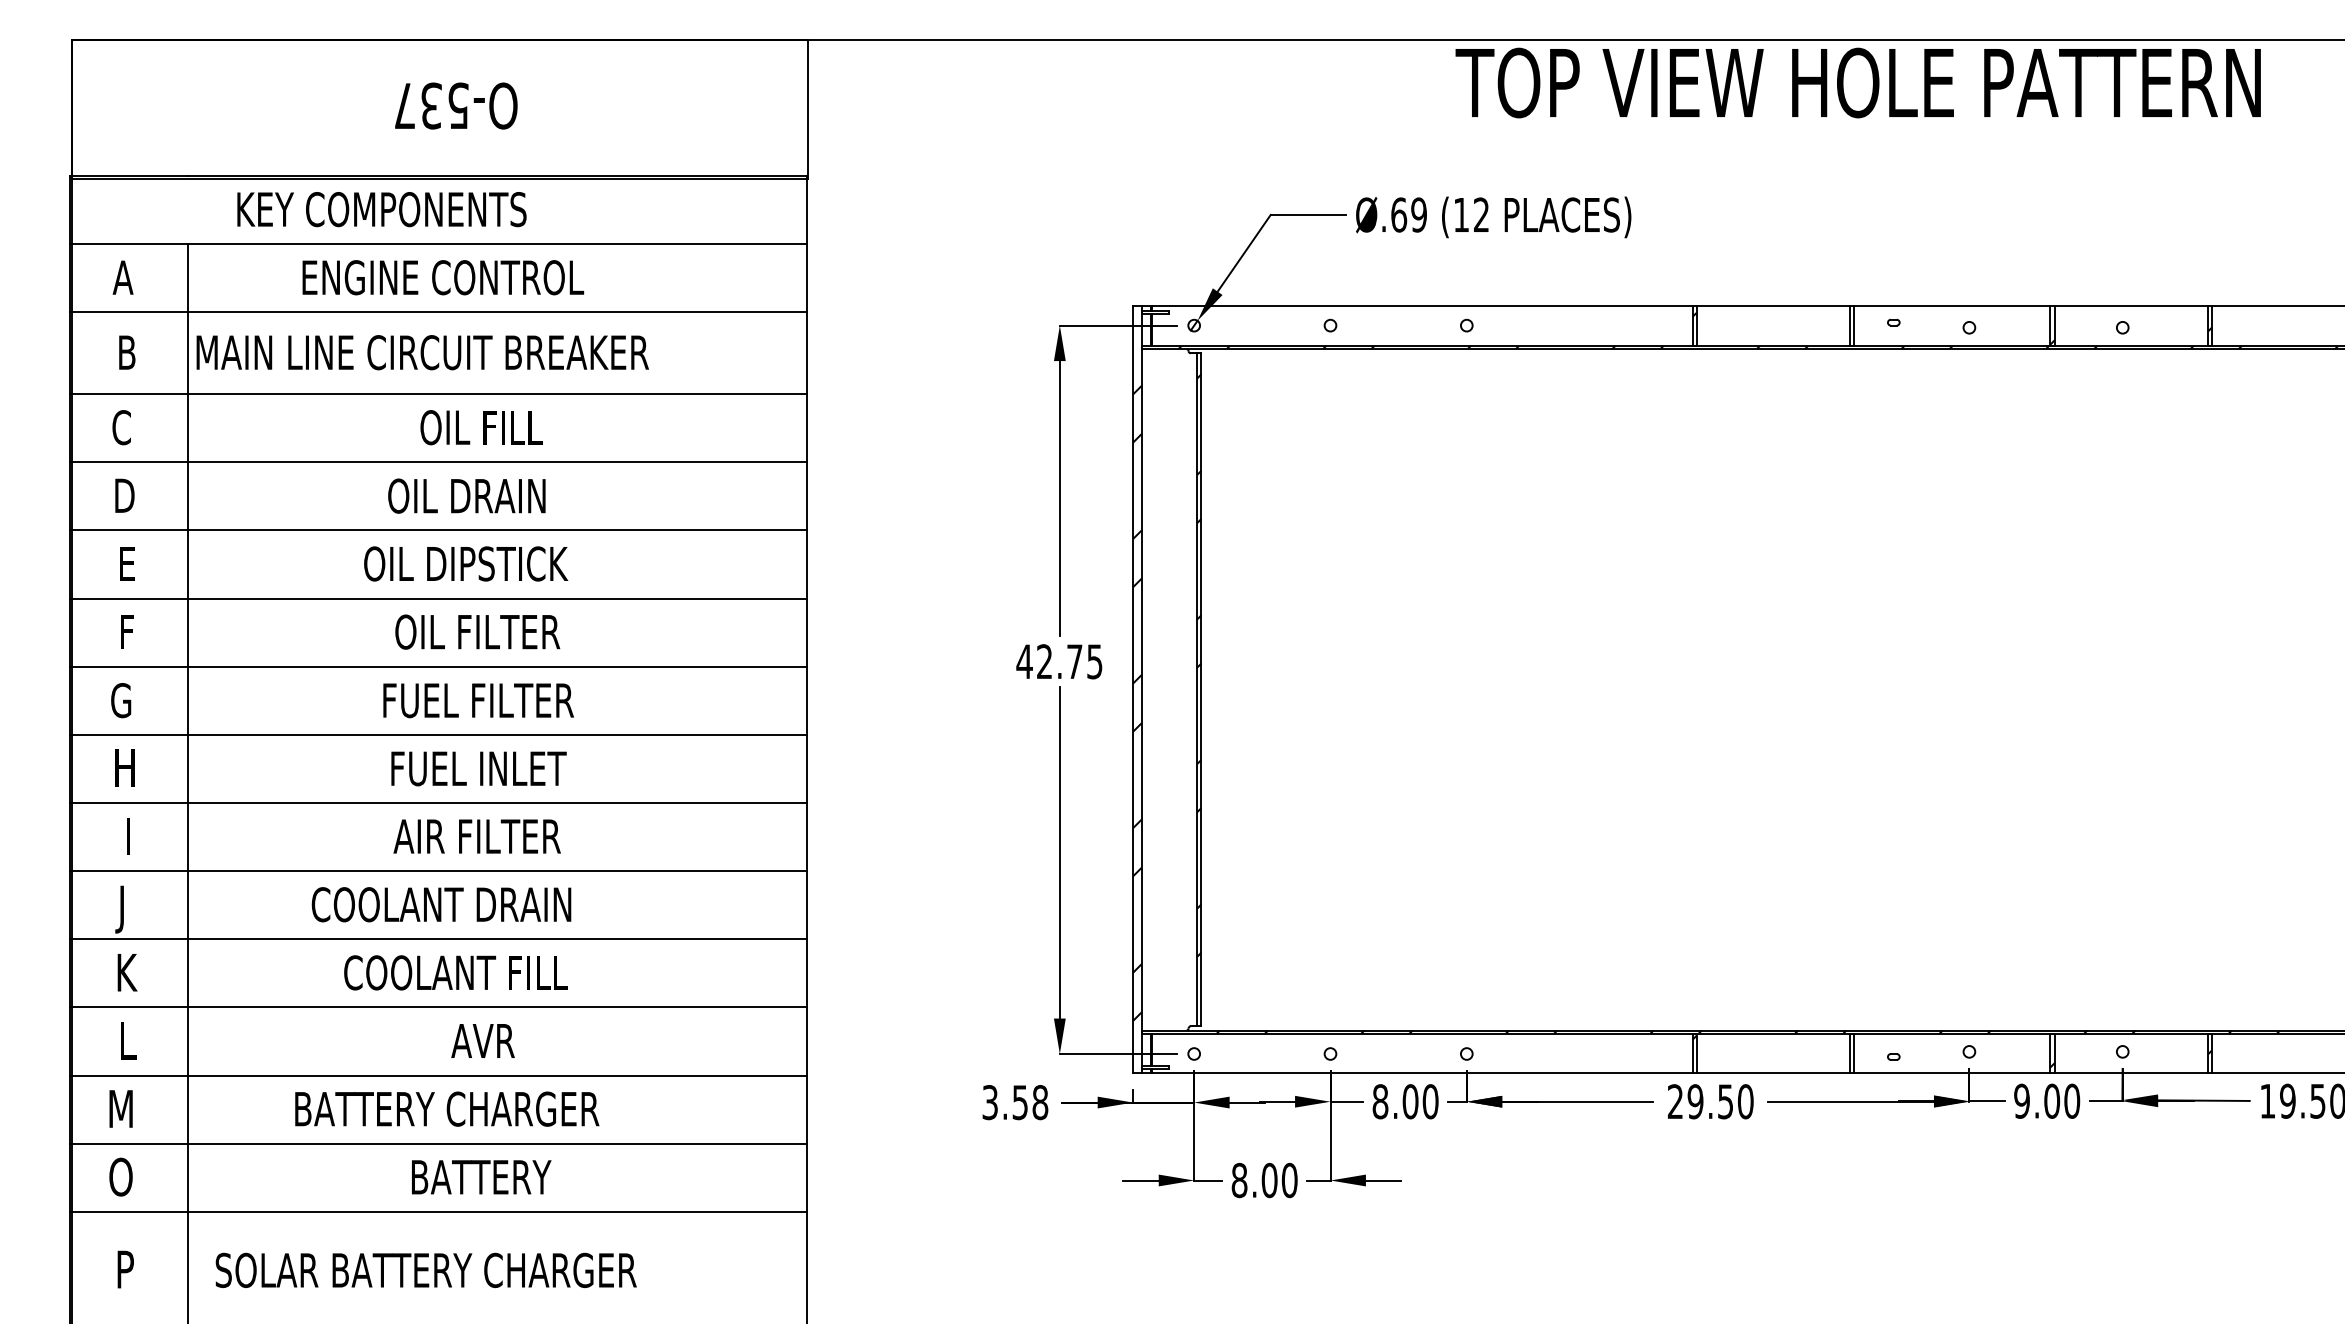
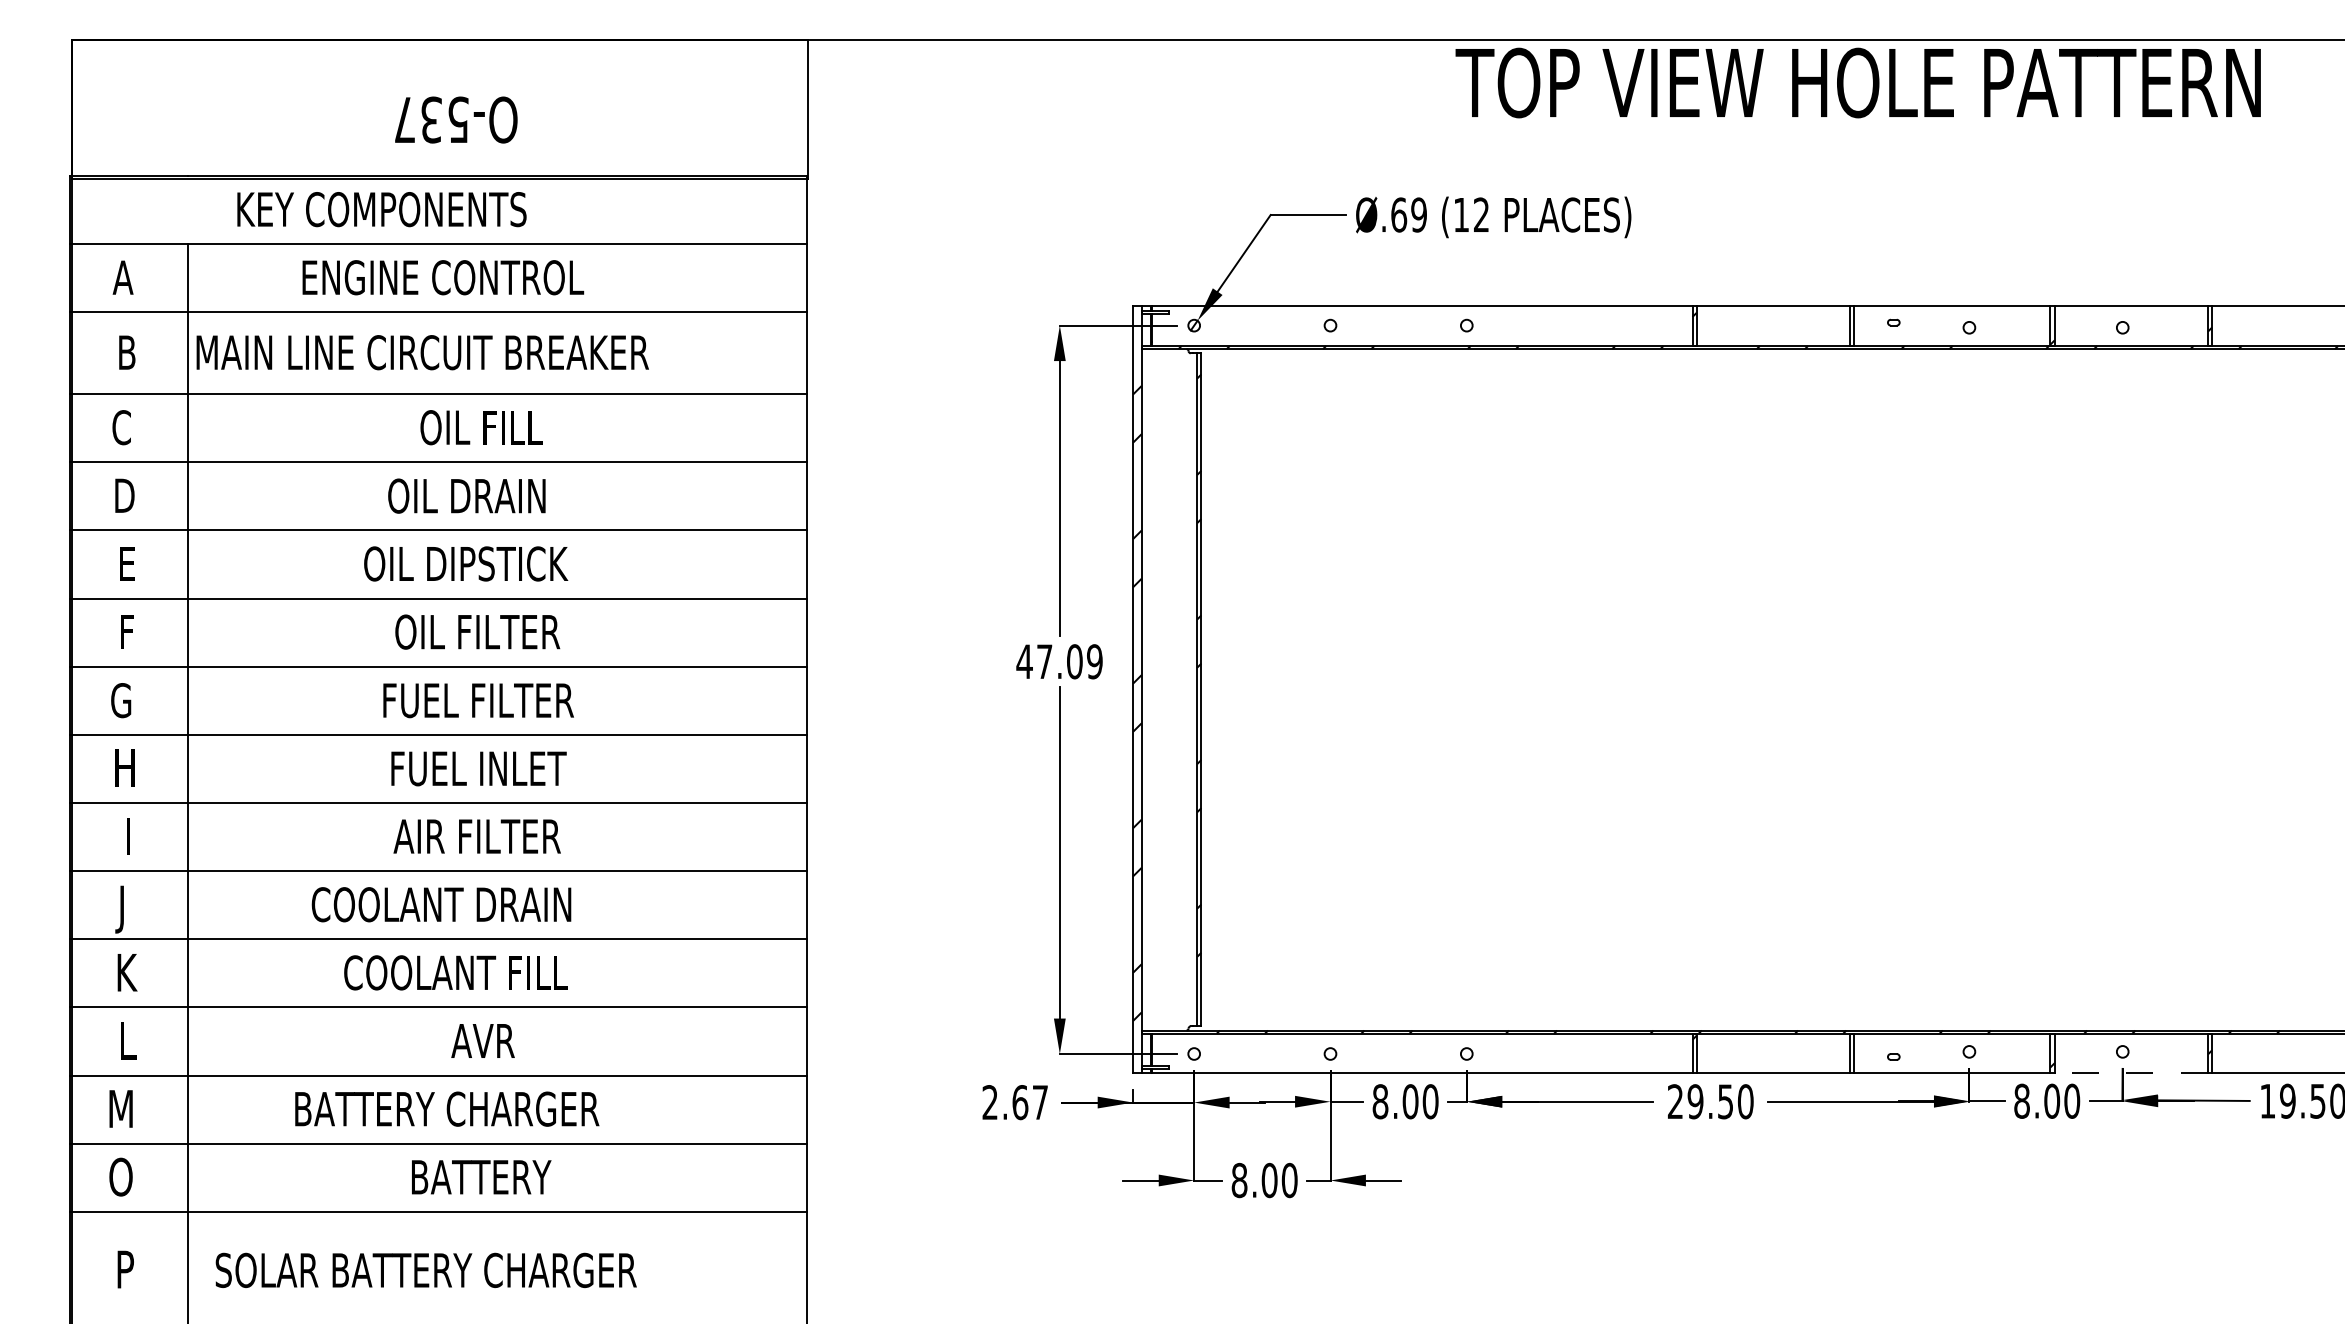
text at (456, 105) position: (456, 105) -> (456, 119)
text at (1069, 661): 42.75 -> 47.09
line at (2131, 1073): solid -> dashed
text at (2021, 1100): 9.00 -> 8.00
text at (1015, 1102): 3.58 -> 2.67
